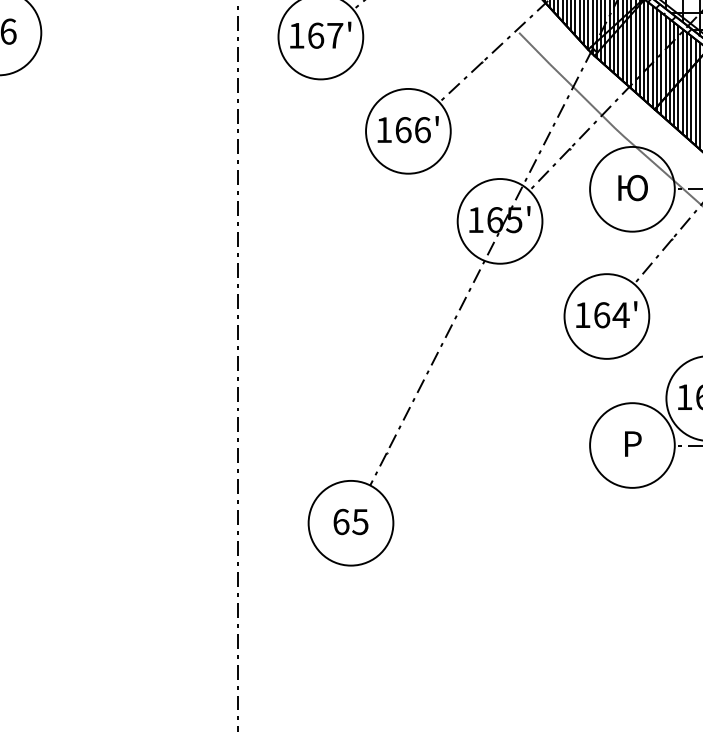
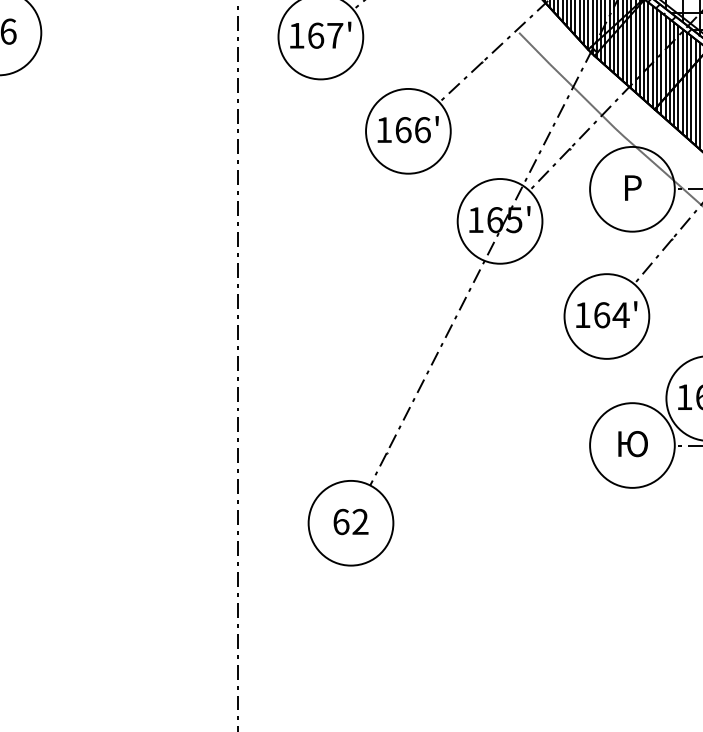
text at (632, 188): Ю -> Р
text at (632, 444): Р -> Ю
text at (360, 521): 65 -> 62
